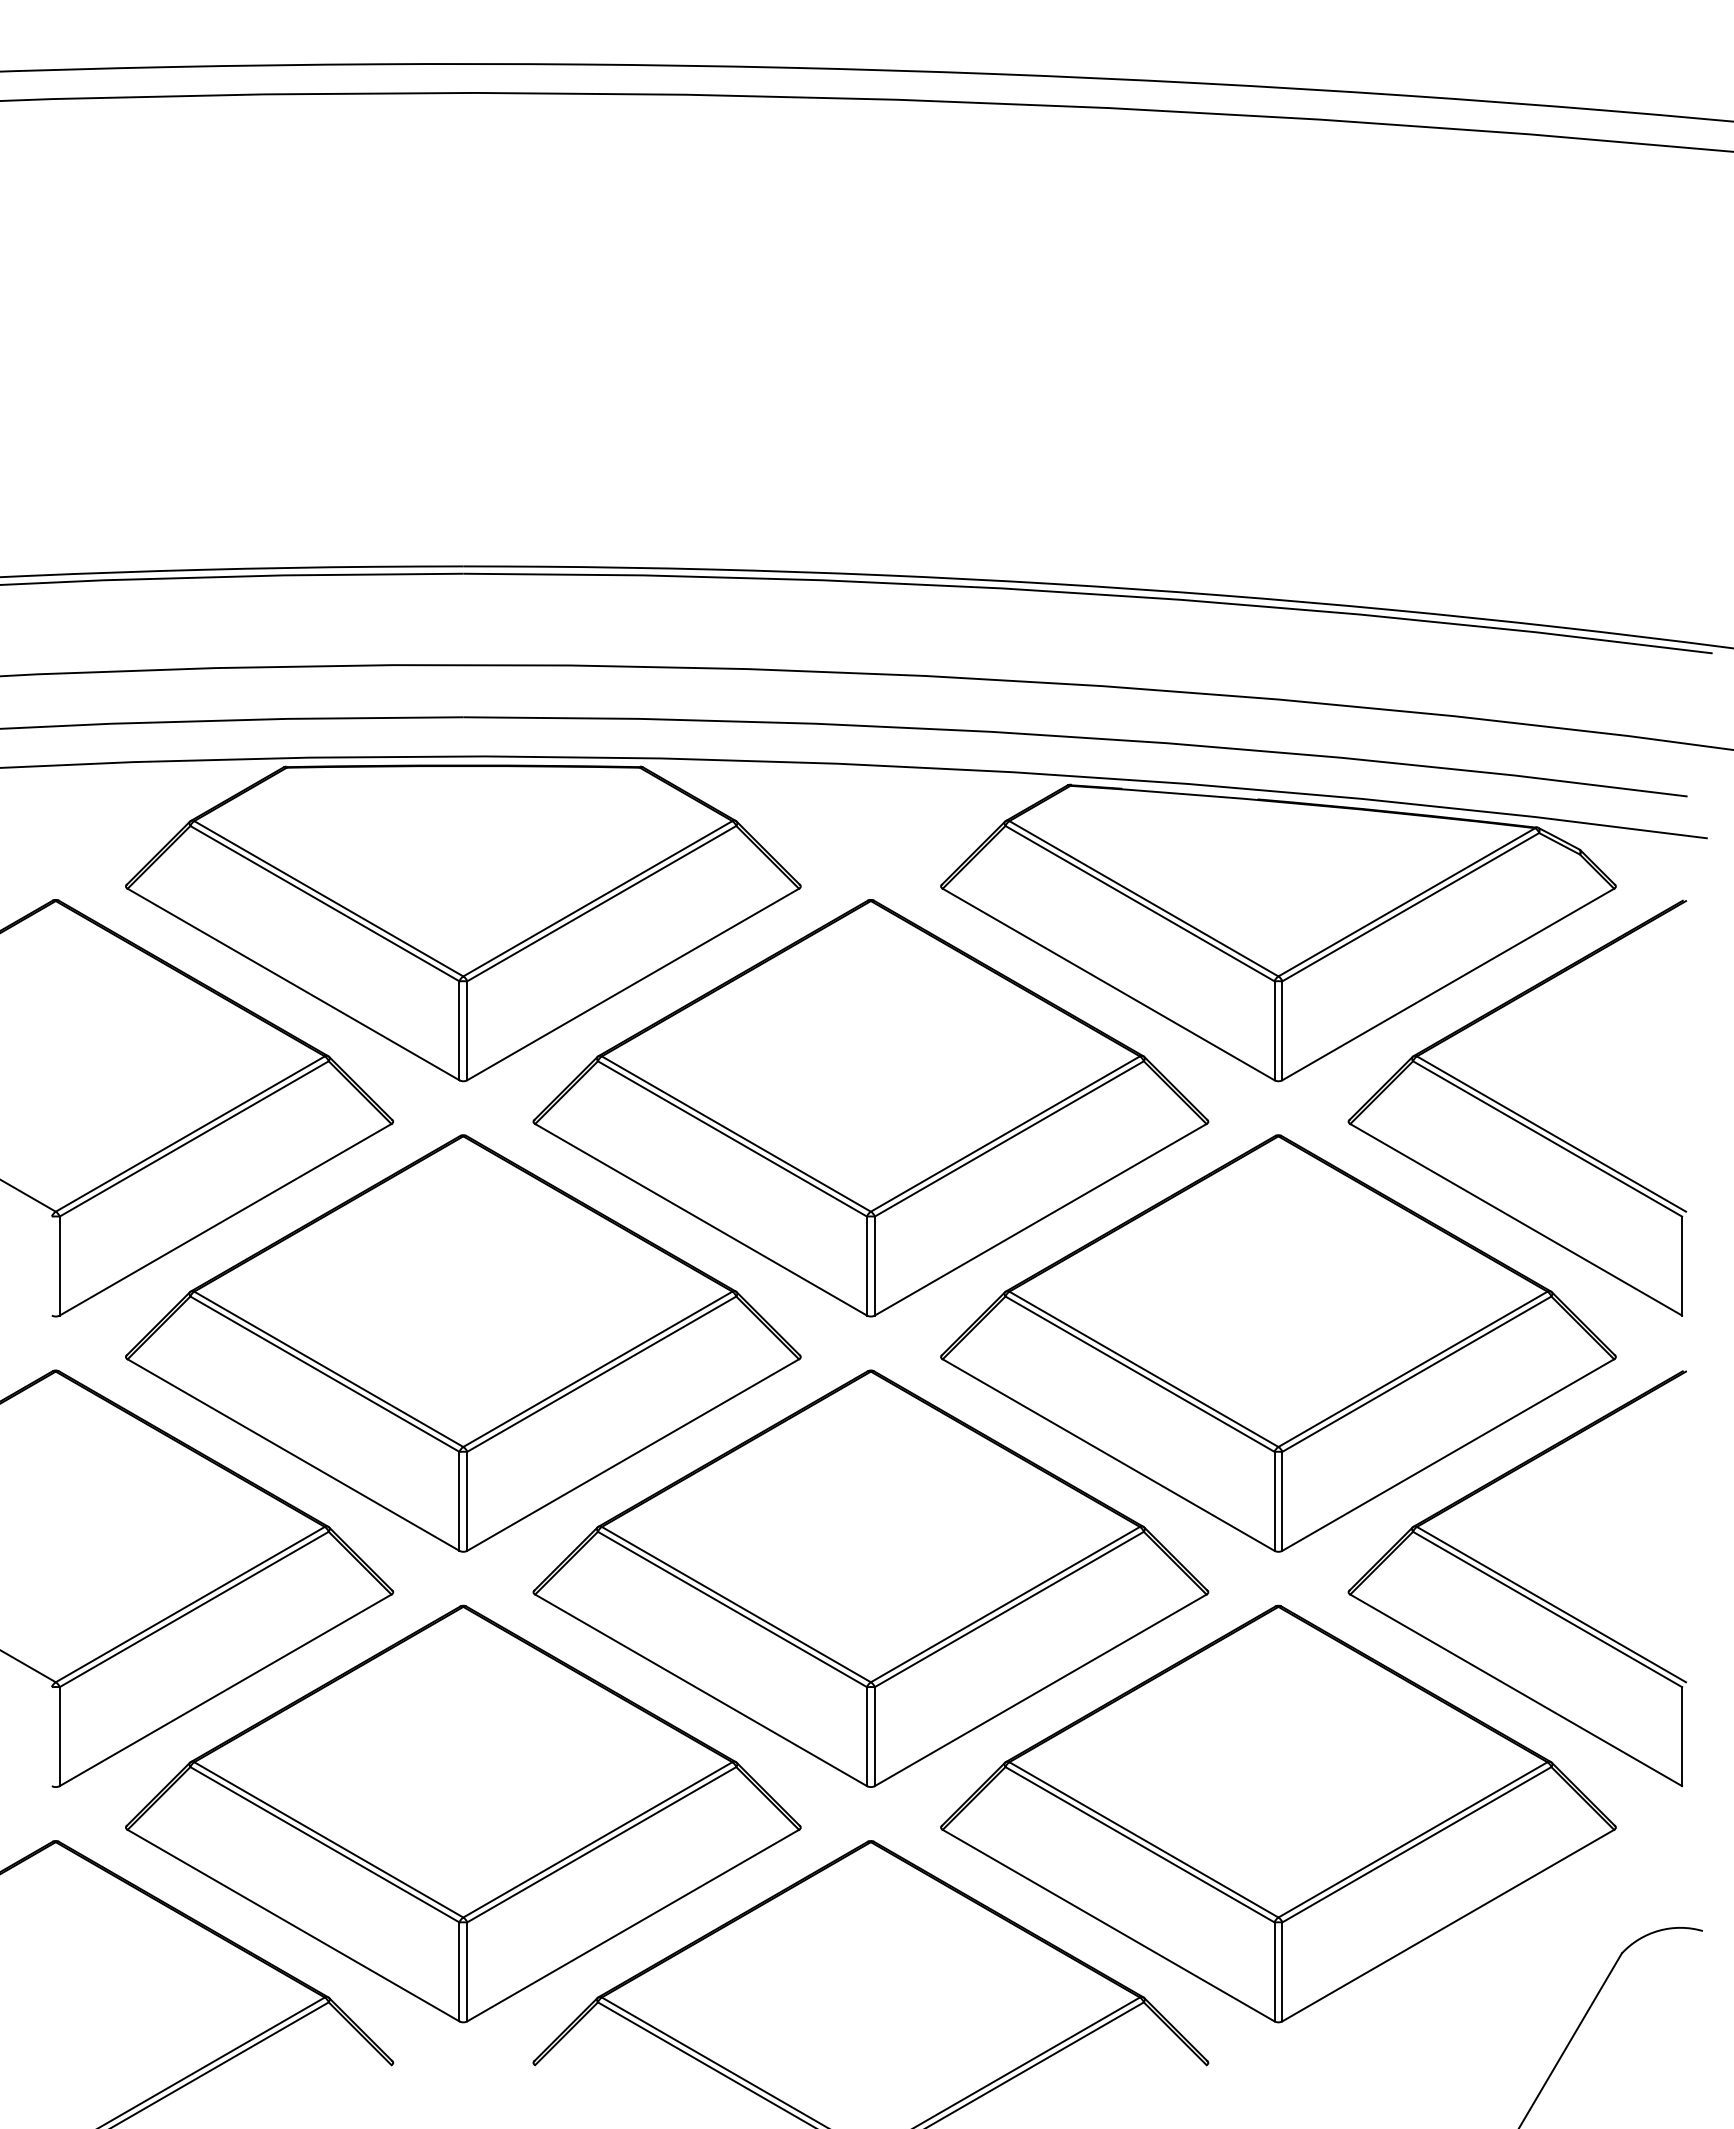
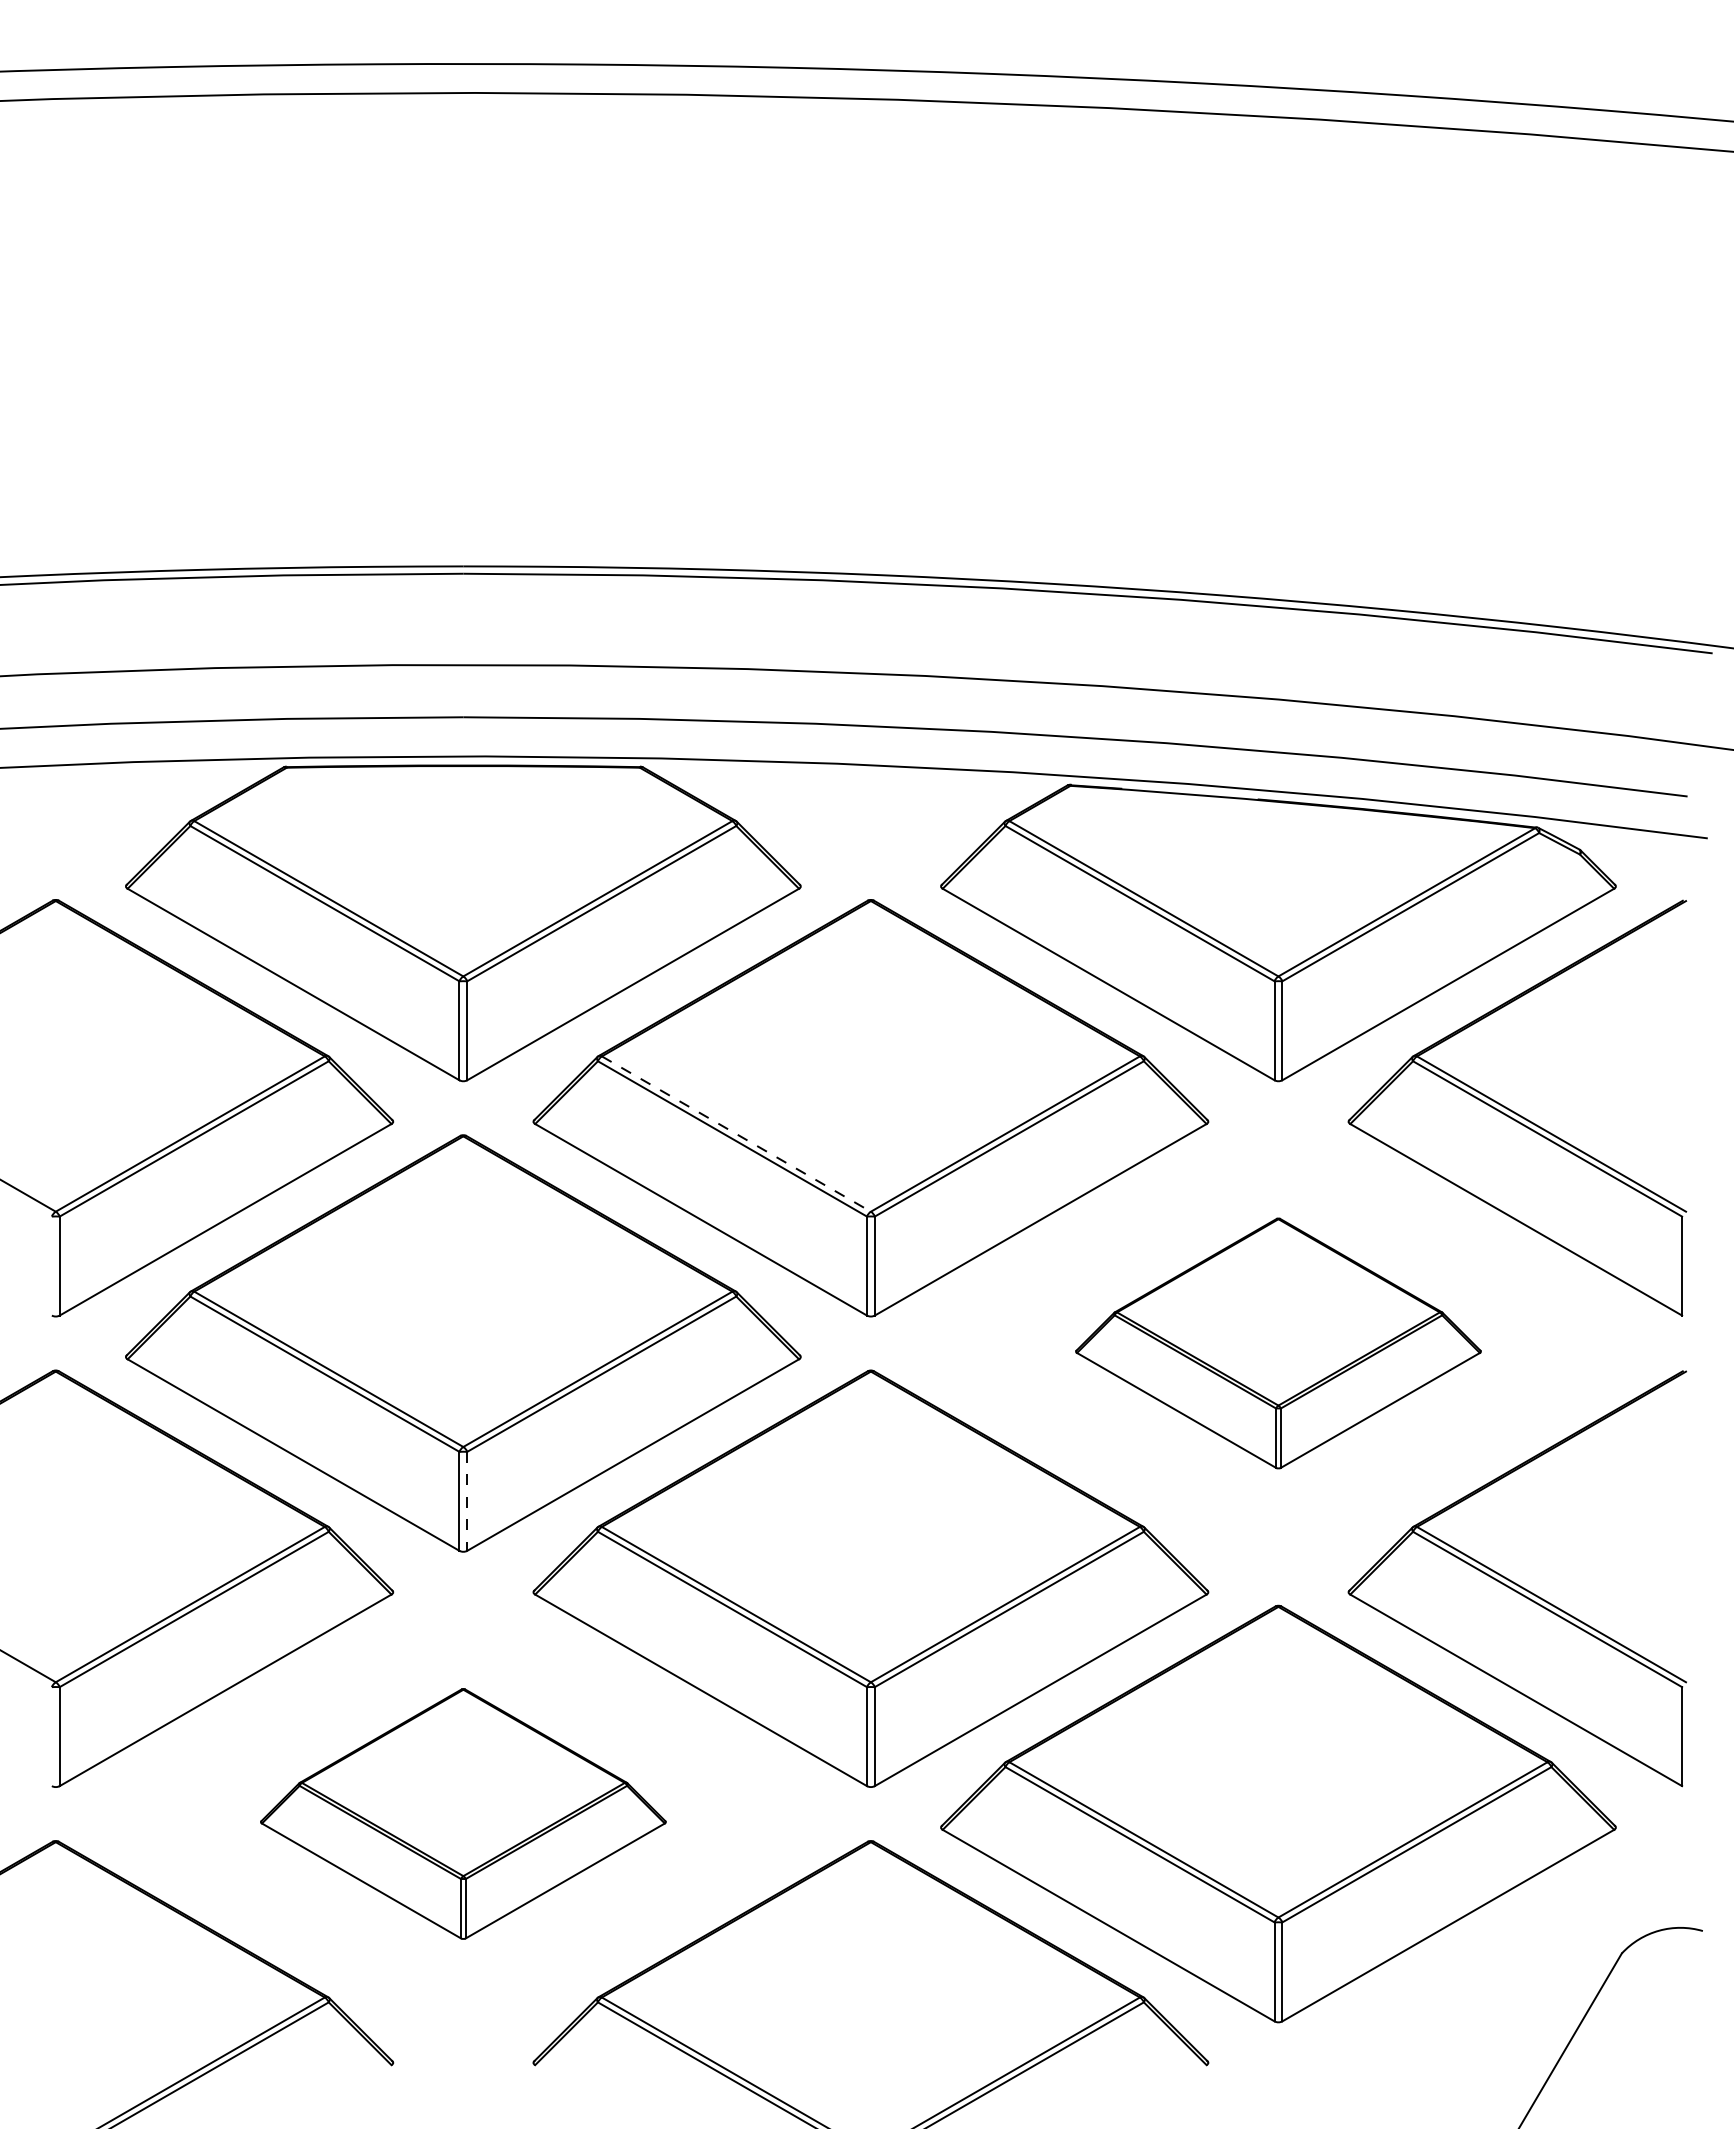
line at (736, 1134): solid -> dashed
part at (1278, 1343) size: 677x419 px -> 407x253 px
line at (467, 1501): solid -> dashed
part at (463, 1813) size: 677x420 px -> 407x252 px
